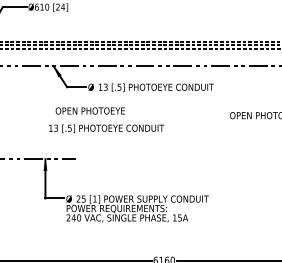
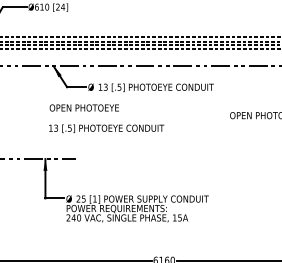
line at (140, 37): none -> present
text at (89, 110) position: (89, 110) -> (83, 107)
